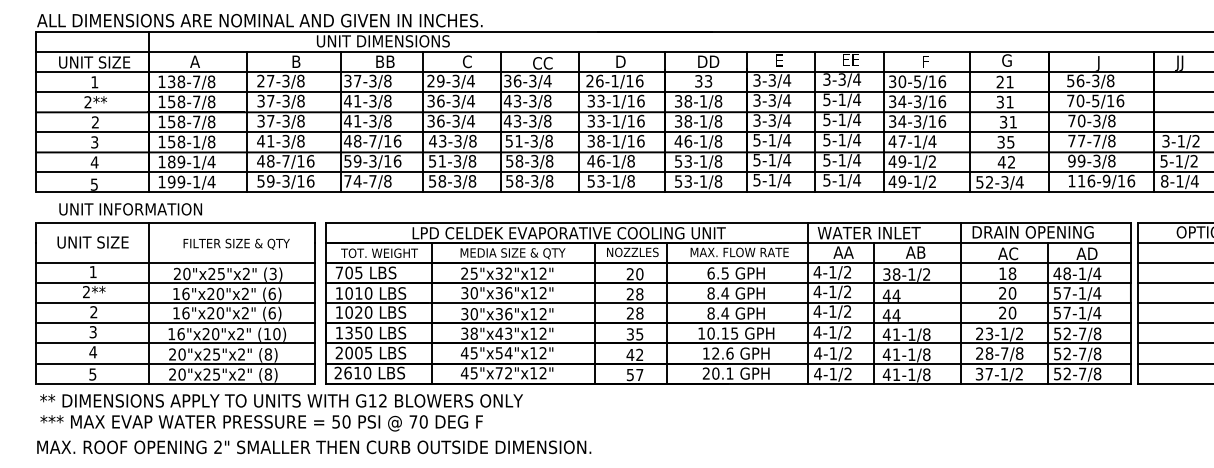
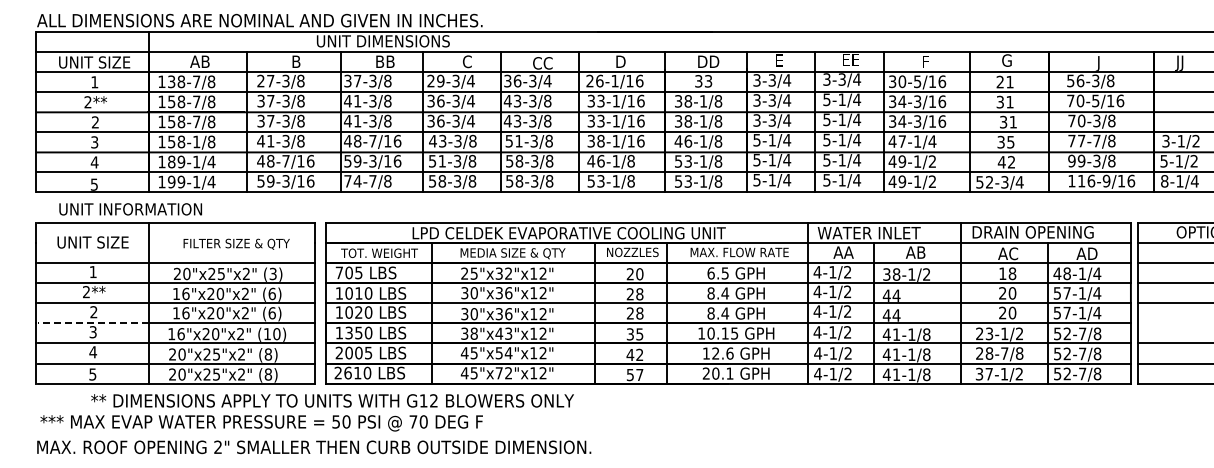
text at (205, 61): A -> AB
line at (93, 323): solid -> dashed
line at (1173, 323): present -> none
text at (281, 400) position: (281, 400) -> (332, 400)
